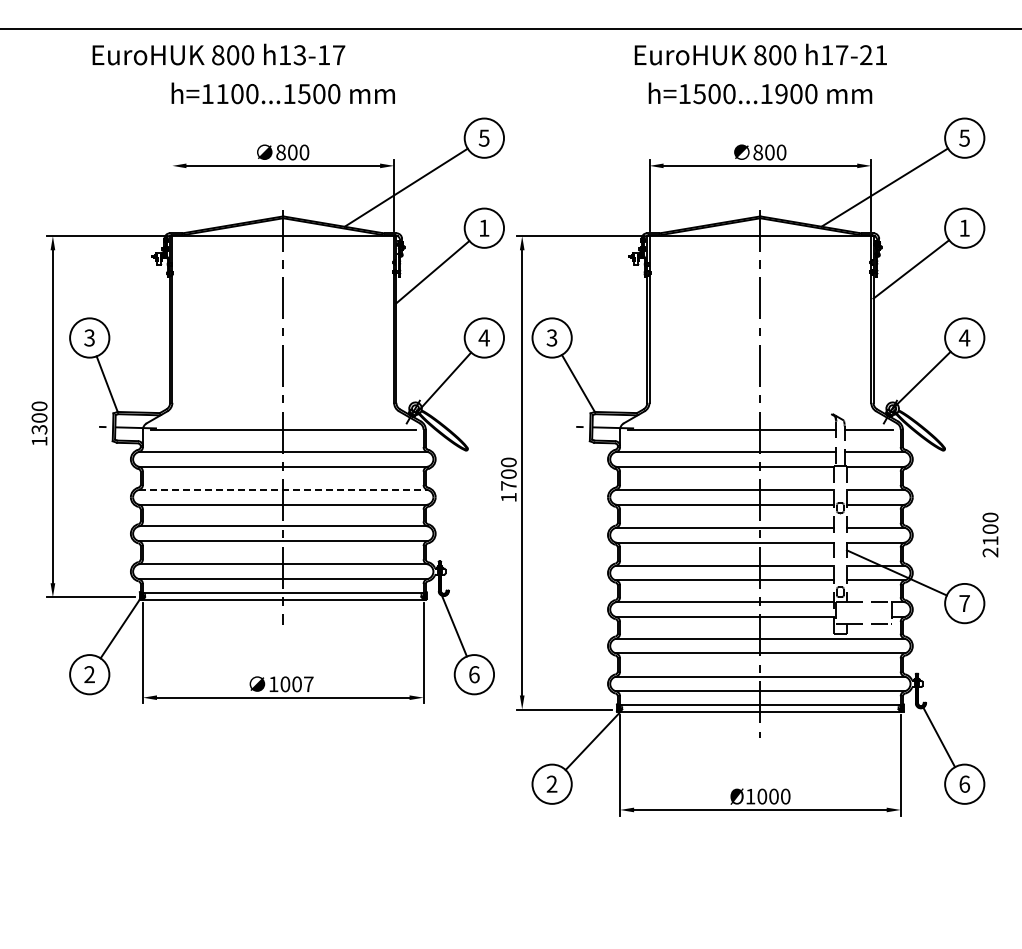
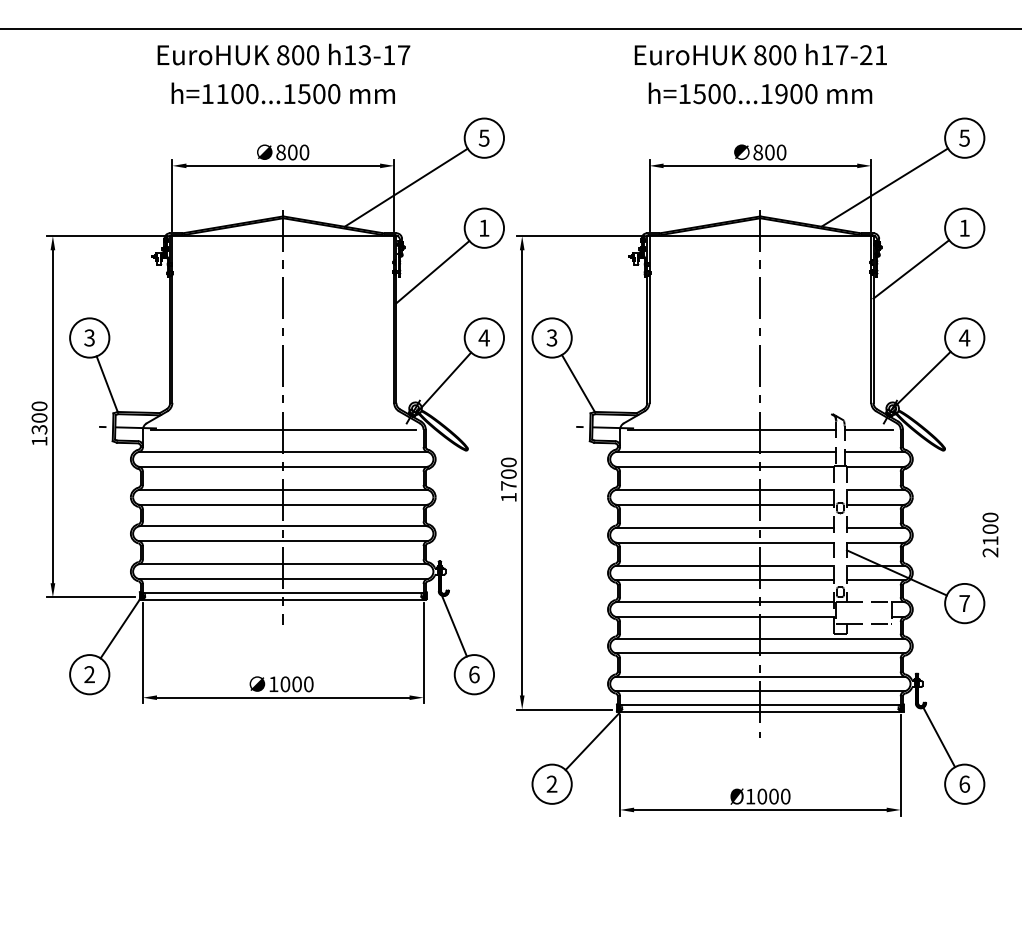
text at (218, 54) position: (218, 54) -> (283, 54)
line at (172, 195): none -> present
line at (283, 489): dashed -> solid
text at (308, 684): 1007 -> 1000
